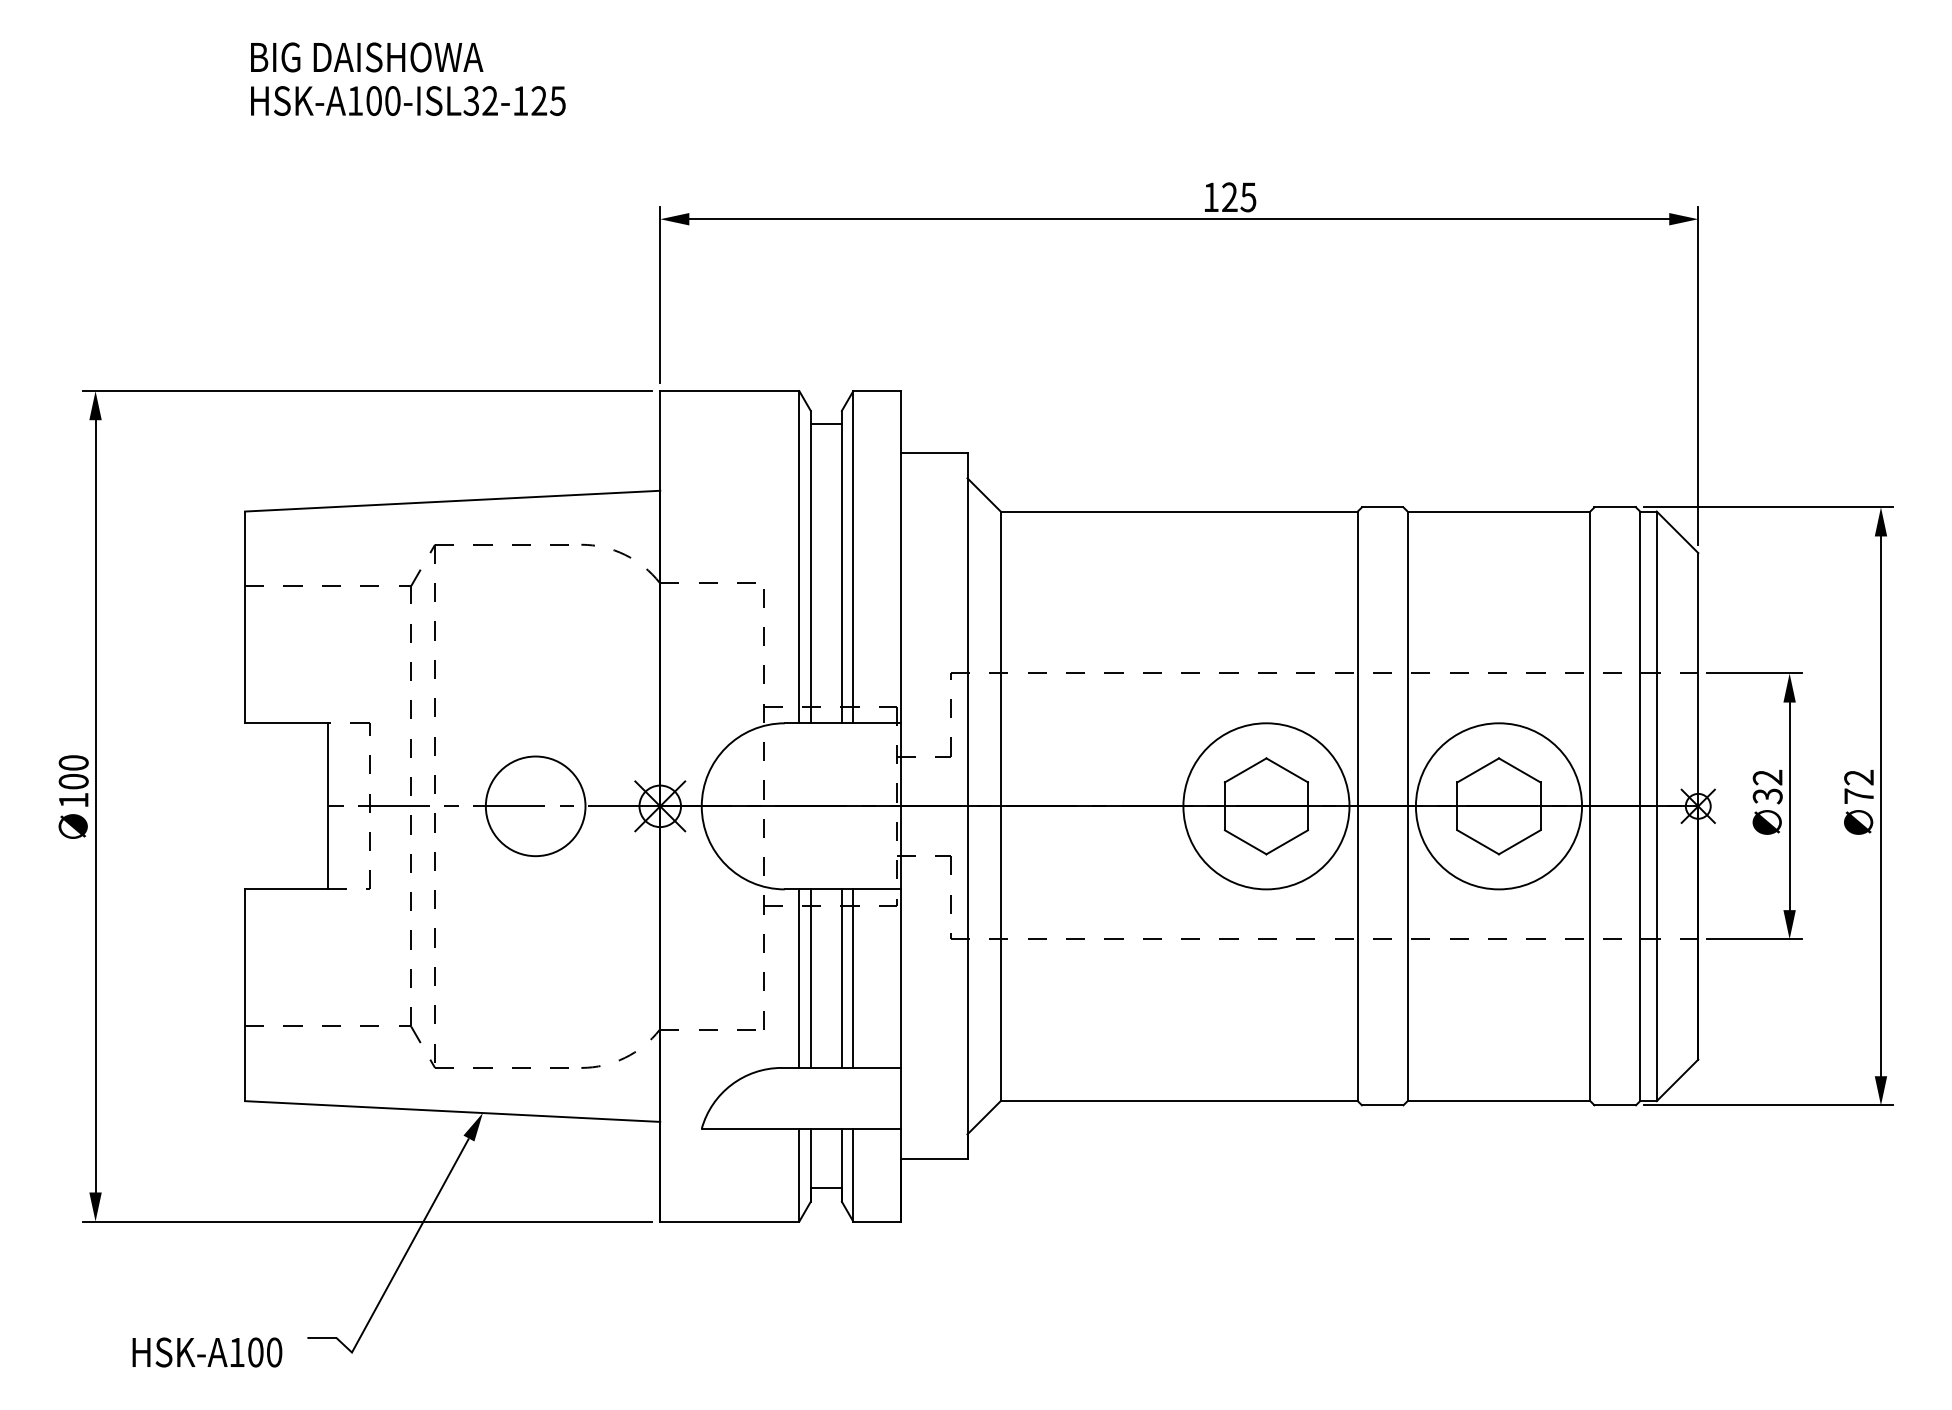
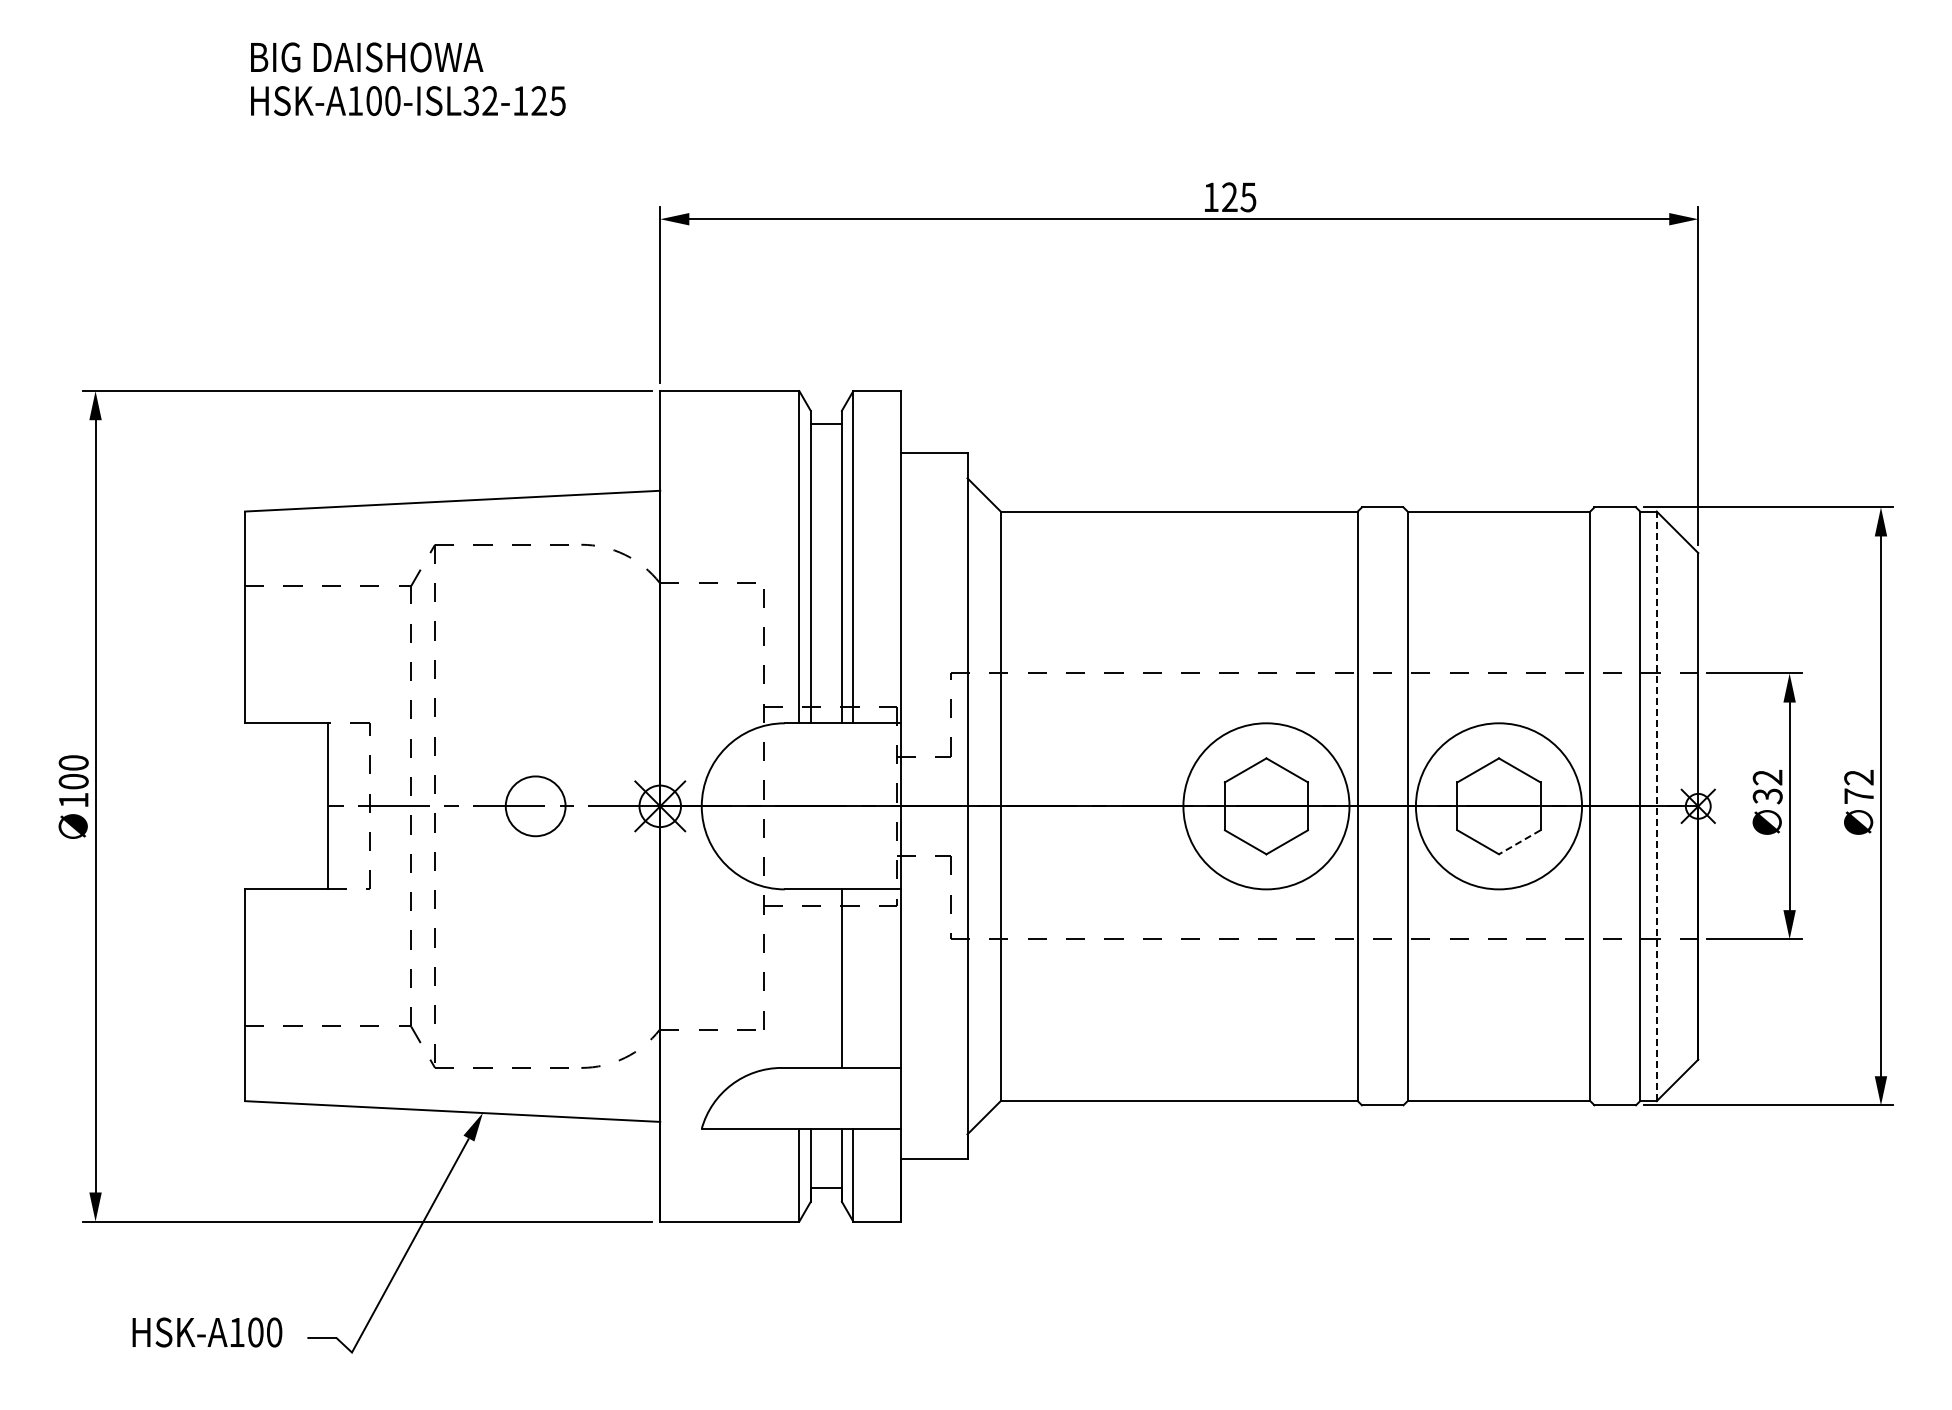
circle at (535, 806) diameter: 100 px -> 60 px
line at (1656, 806): solid -> dashed
line at (1519, 842): solid -> dashed
line at (799, 978): present -> none
line at (810, 978): present -> none
line at (853, 978): present -> none
text at (207, 1352) position: (207, 1352) -> (207, 1332)
